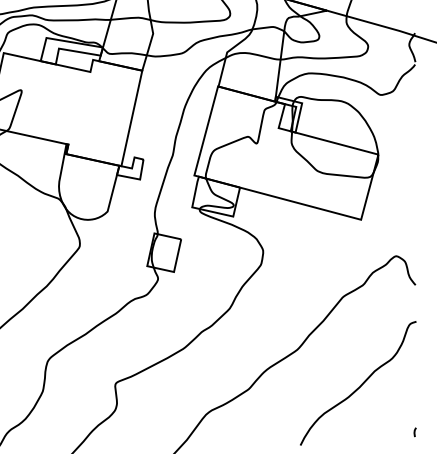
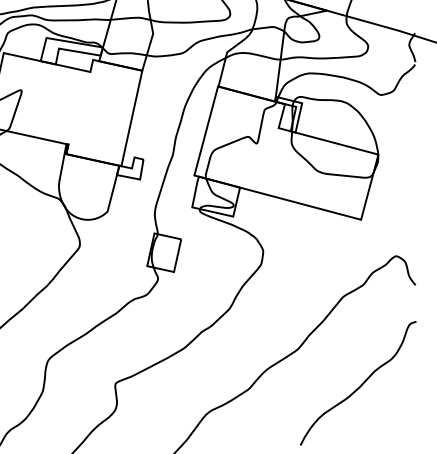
line at (414, 432): present -> none
